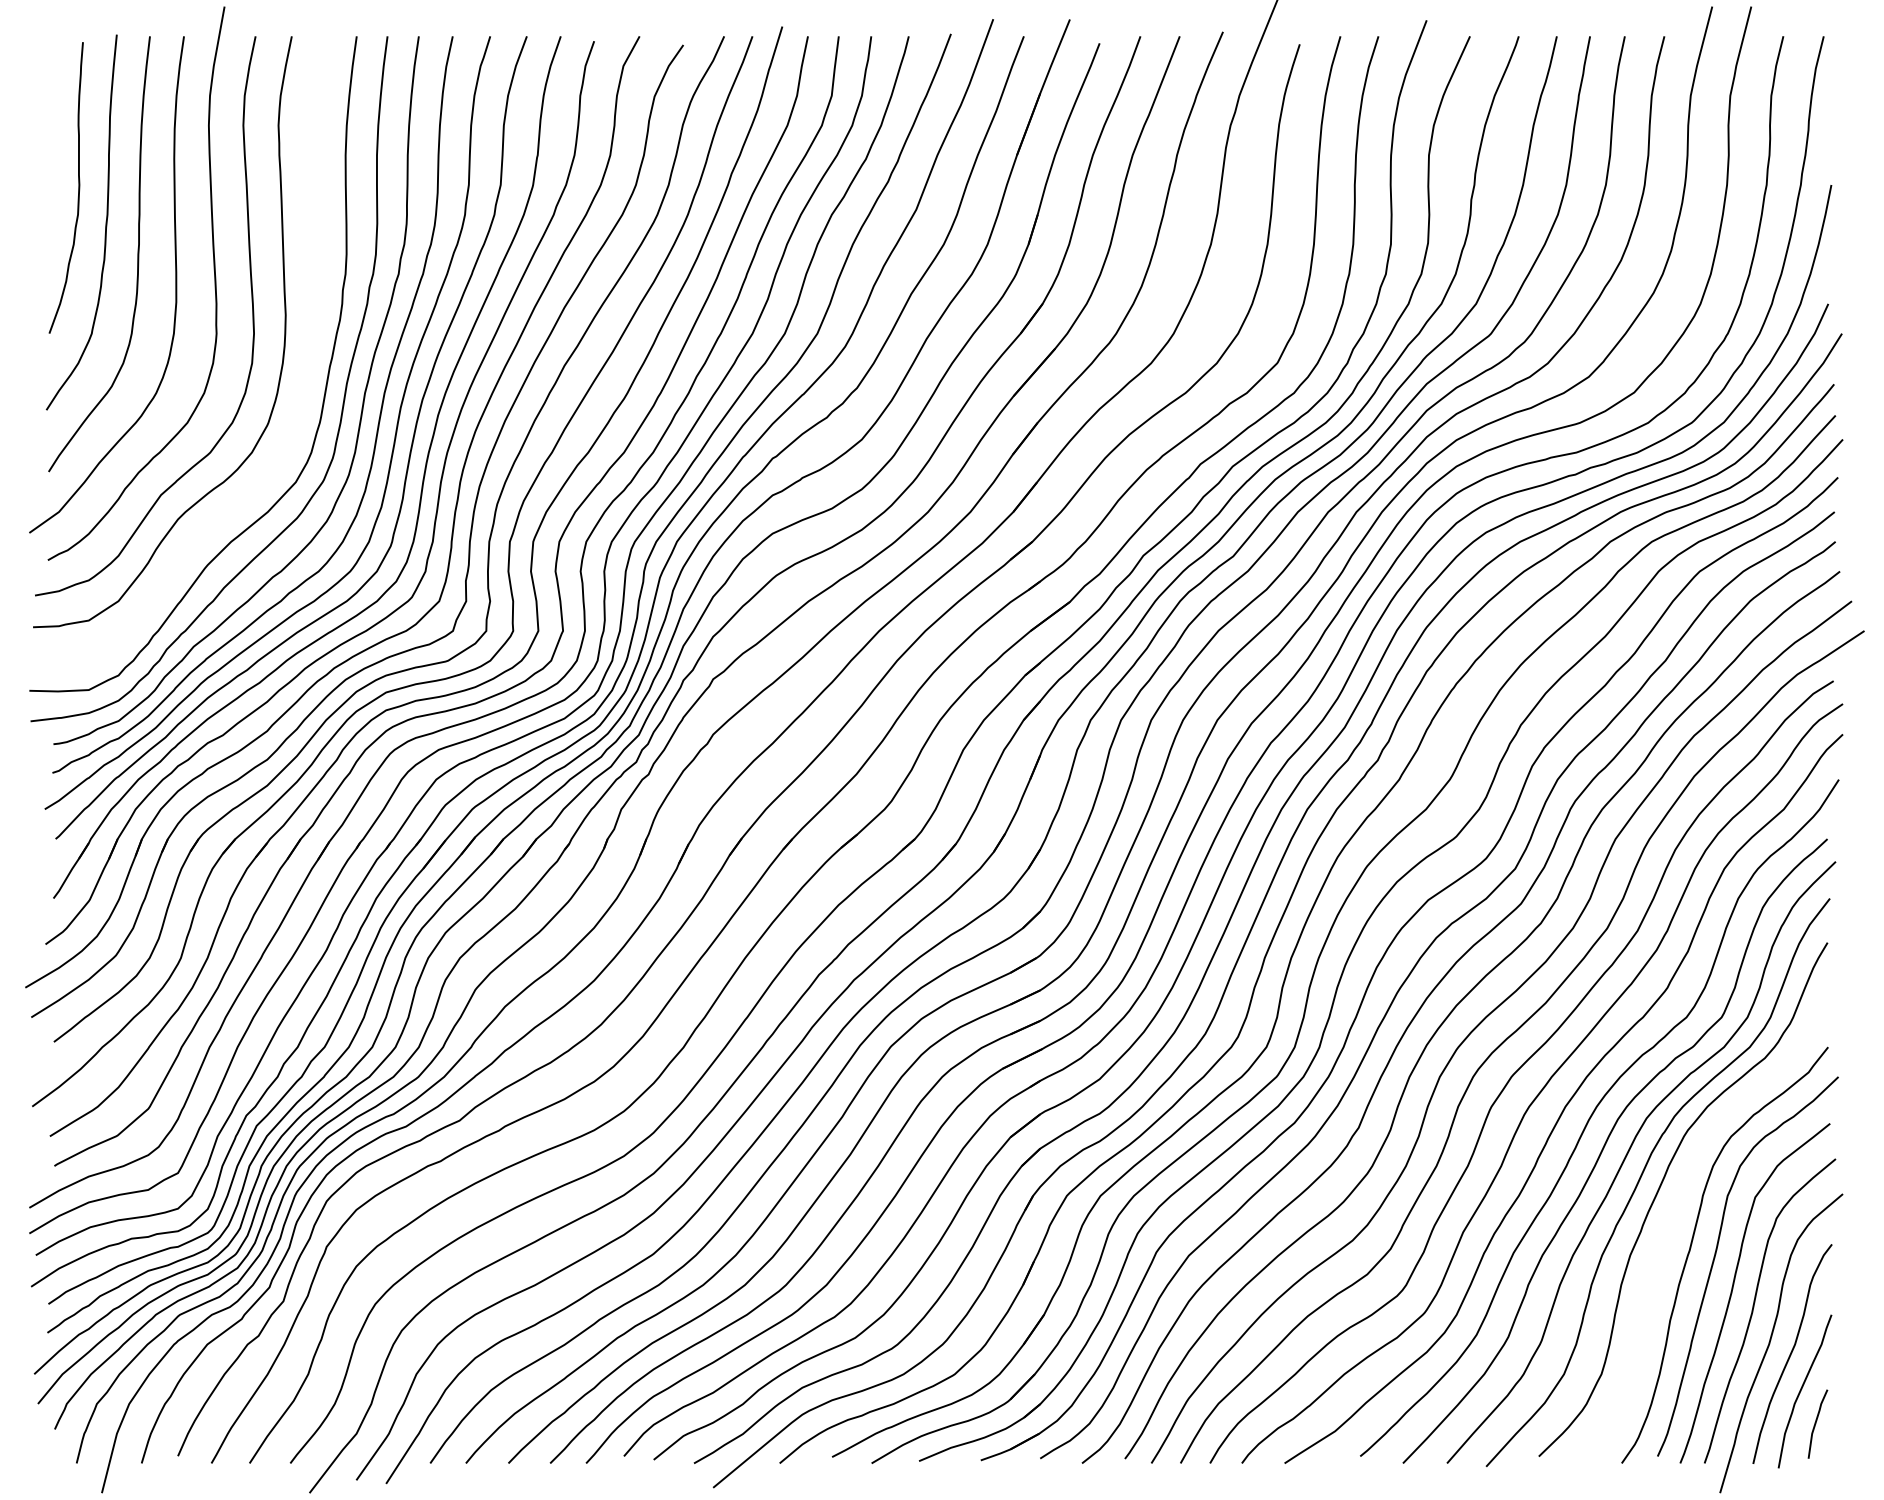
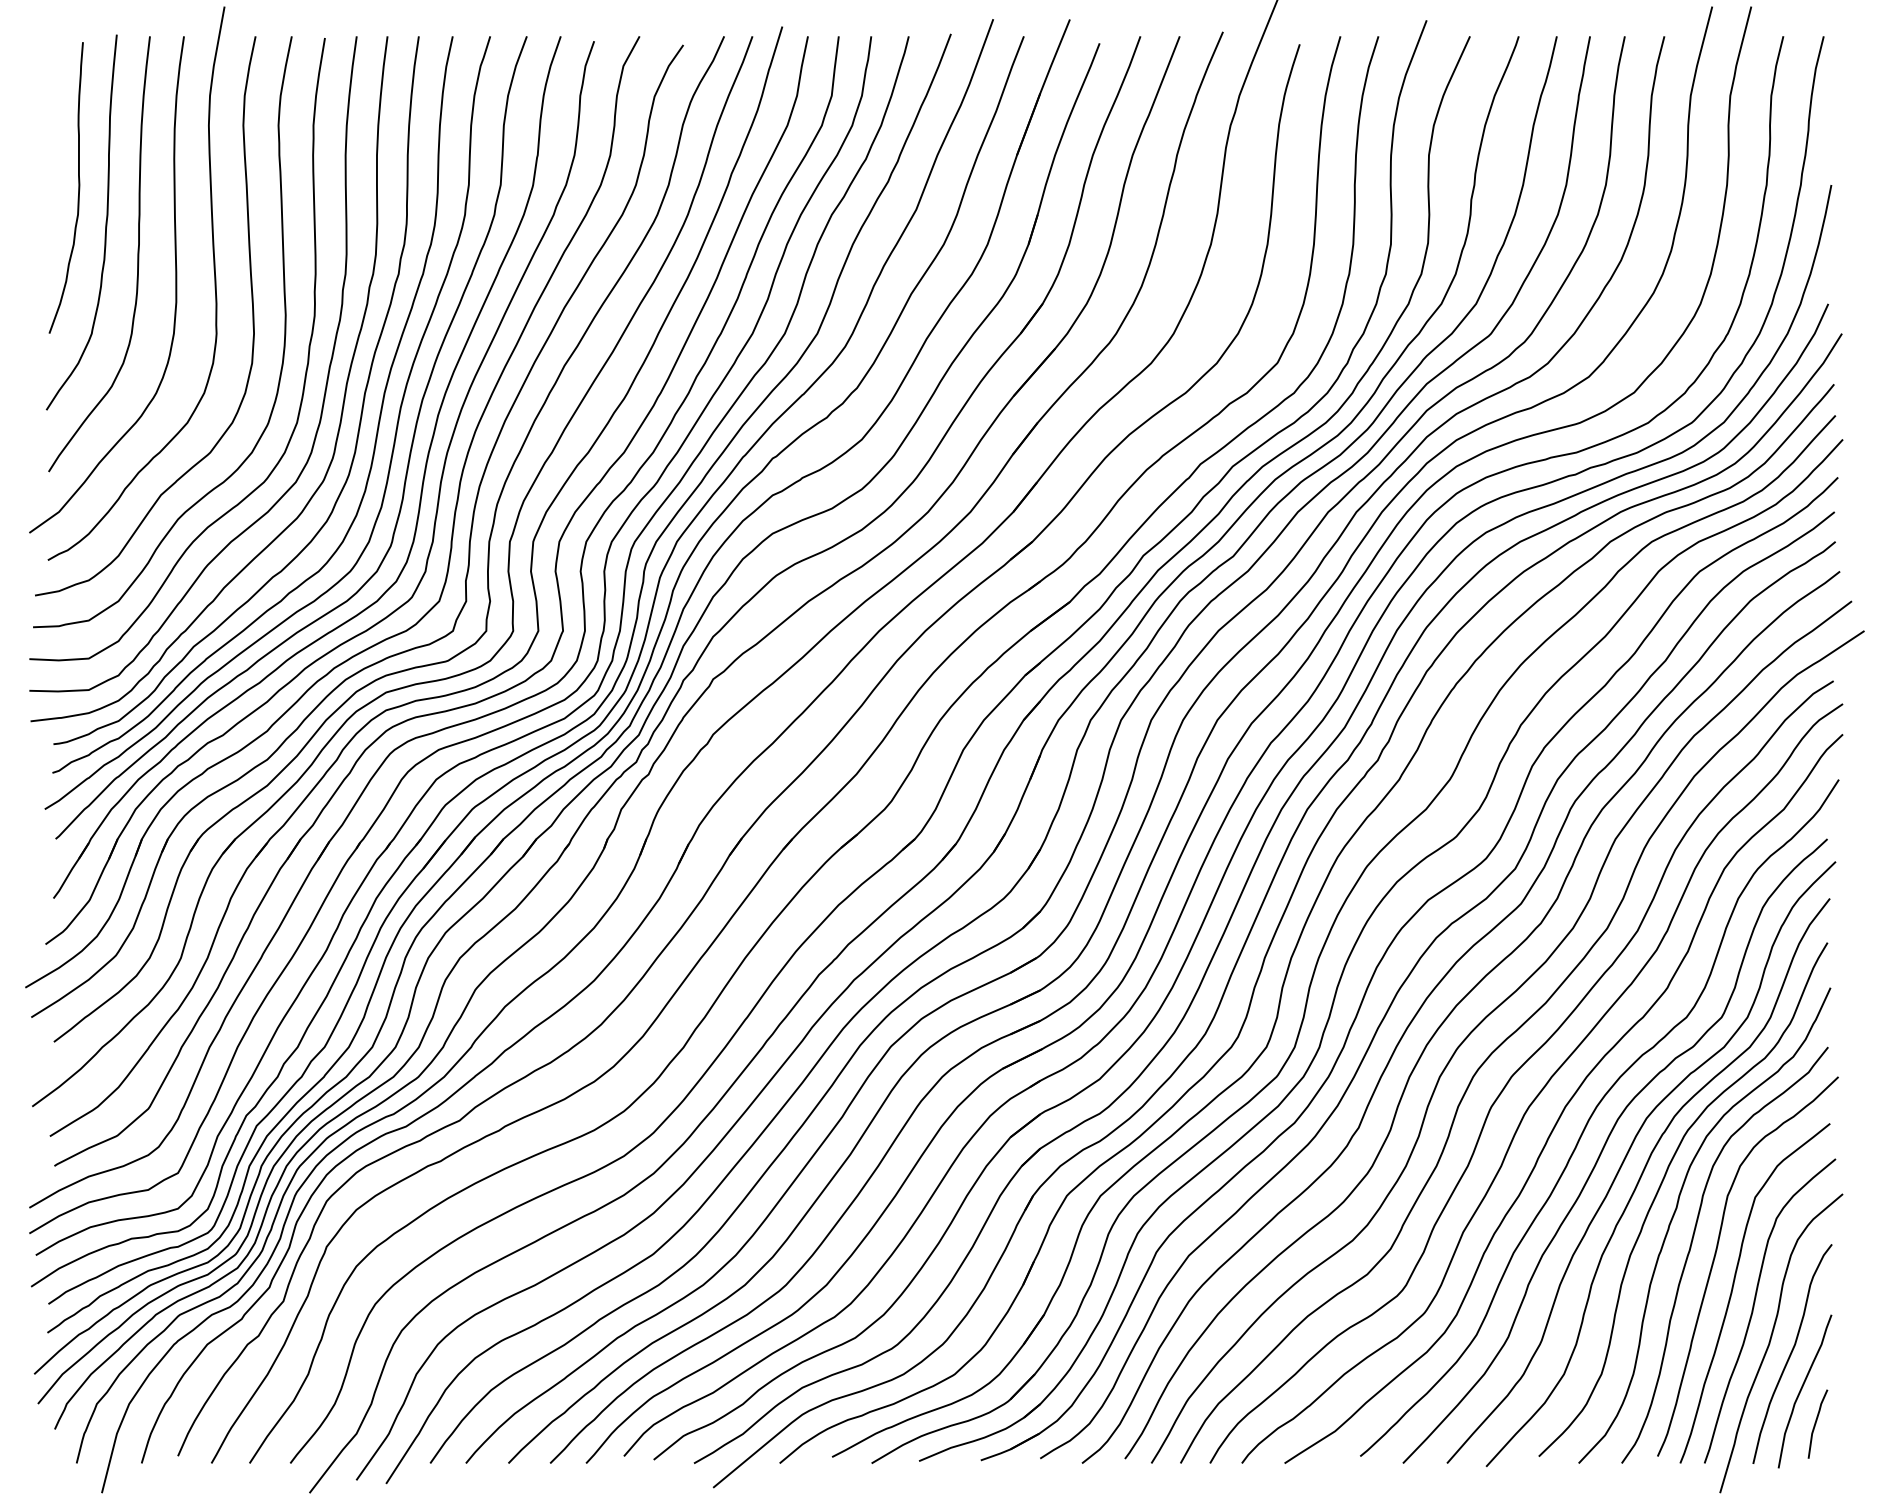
curve at (305, 370): none -> present
curve at (1676, 1211): none -> present
